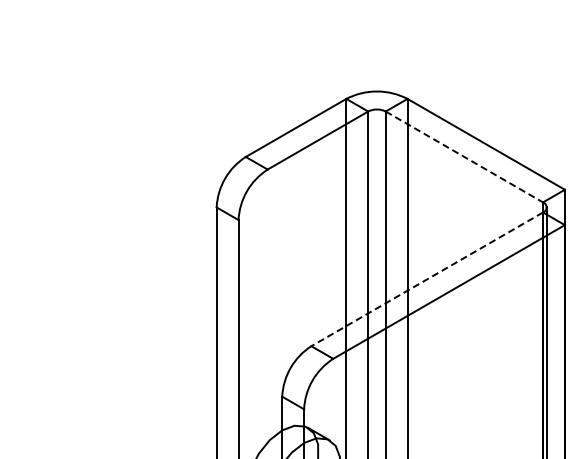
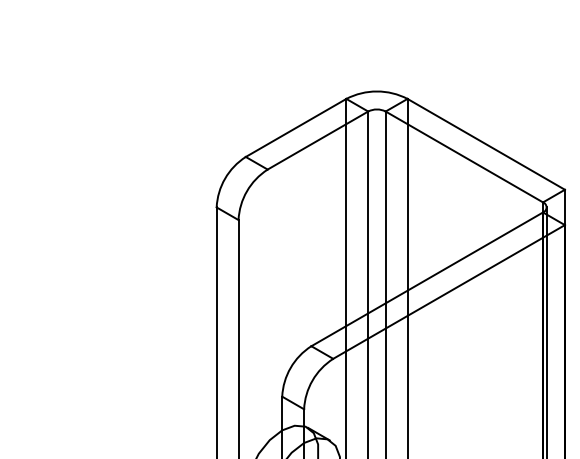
line at (464, 156): dashed -> solid
line at (427, 279): dashed -> solid
